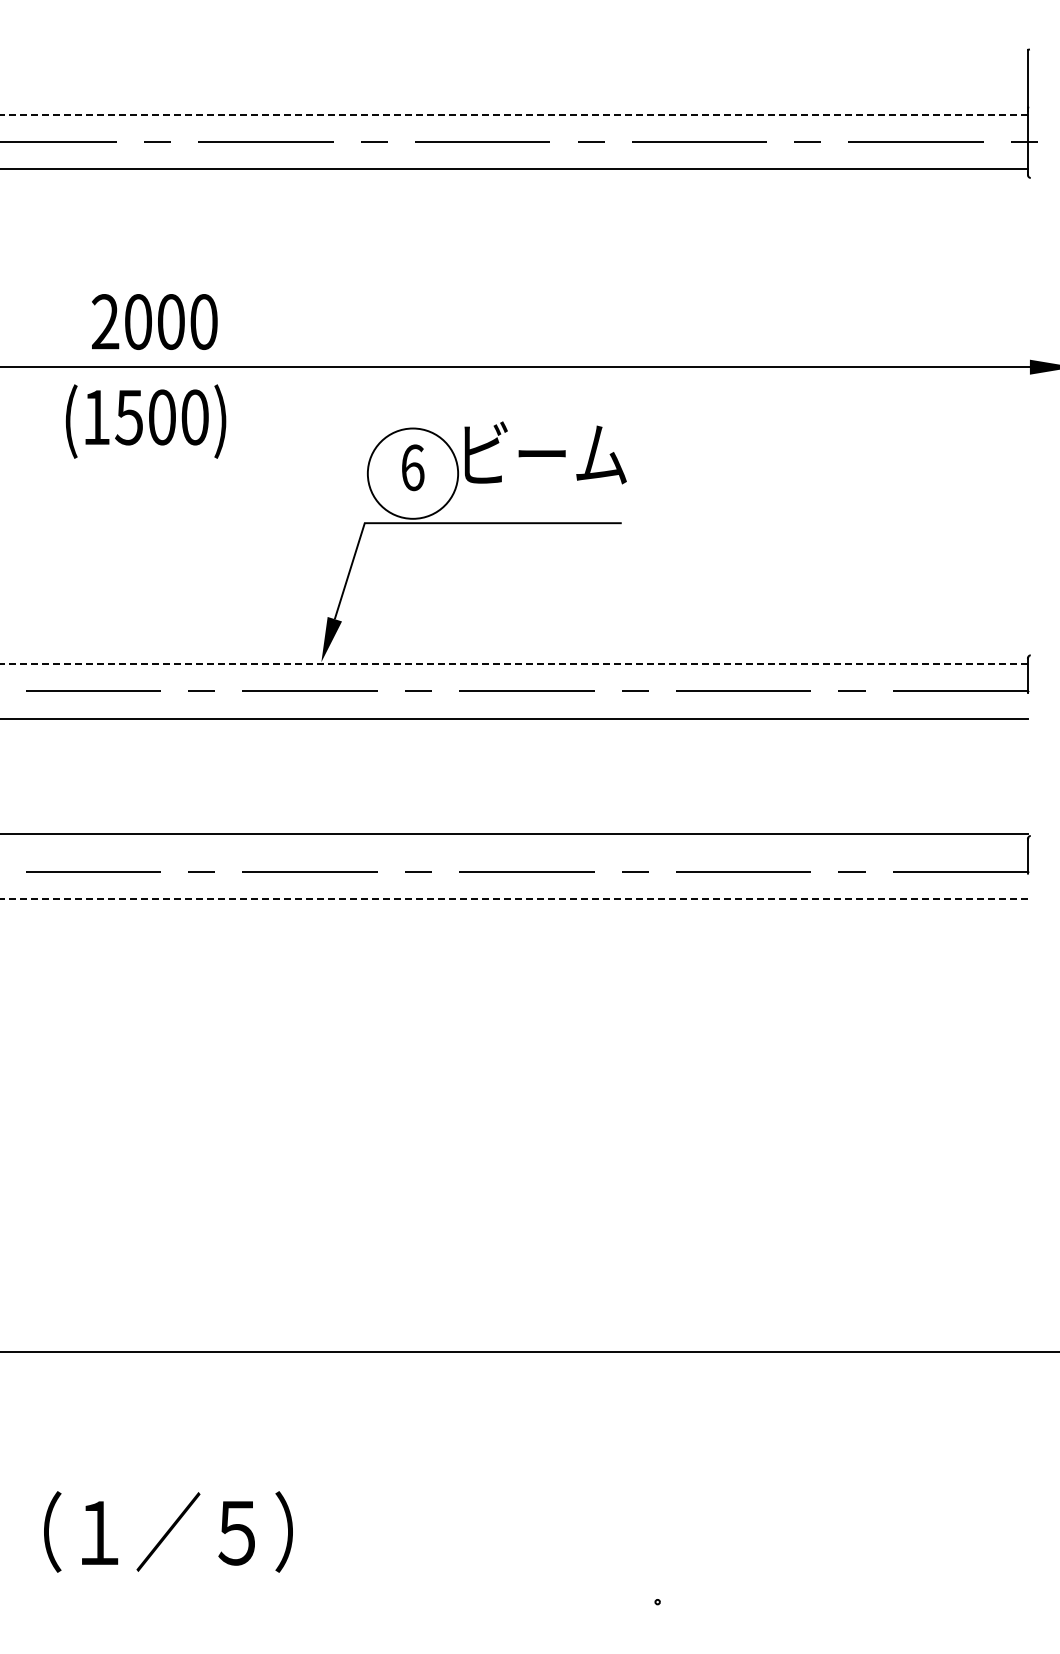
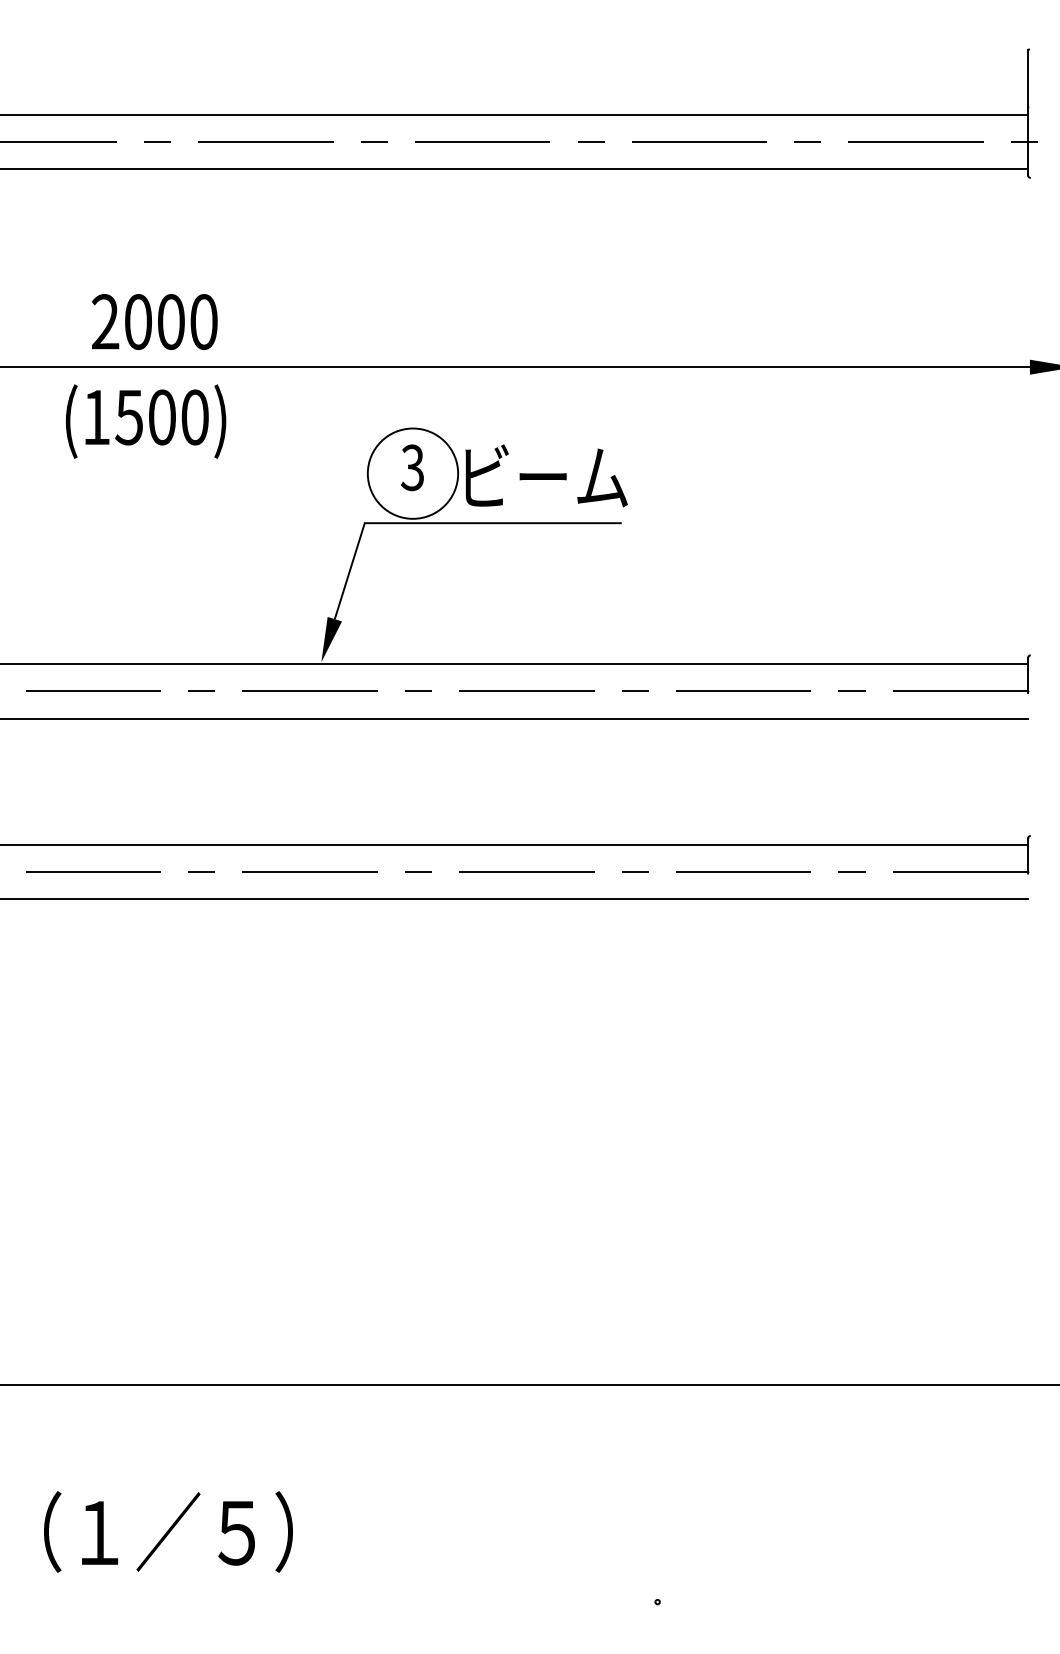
line at (514, 114): dashed -> solid
text at (545, 452) position: (545, 452) -> (546, 475)
text at (412, 467): 6 -> 3
line at (514, 664): dashed -> solid
line at (514, 833) position: (514, 833) -> (514, 844)
line at (514, 899): dashed -> solid
line at (529, 1351) position: (529, 1351) -> (529, 1384)
